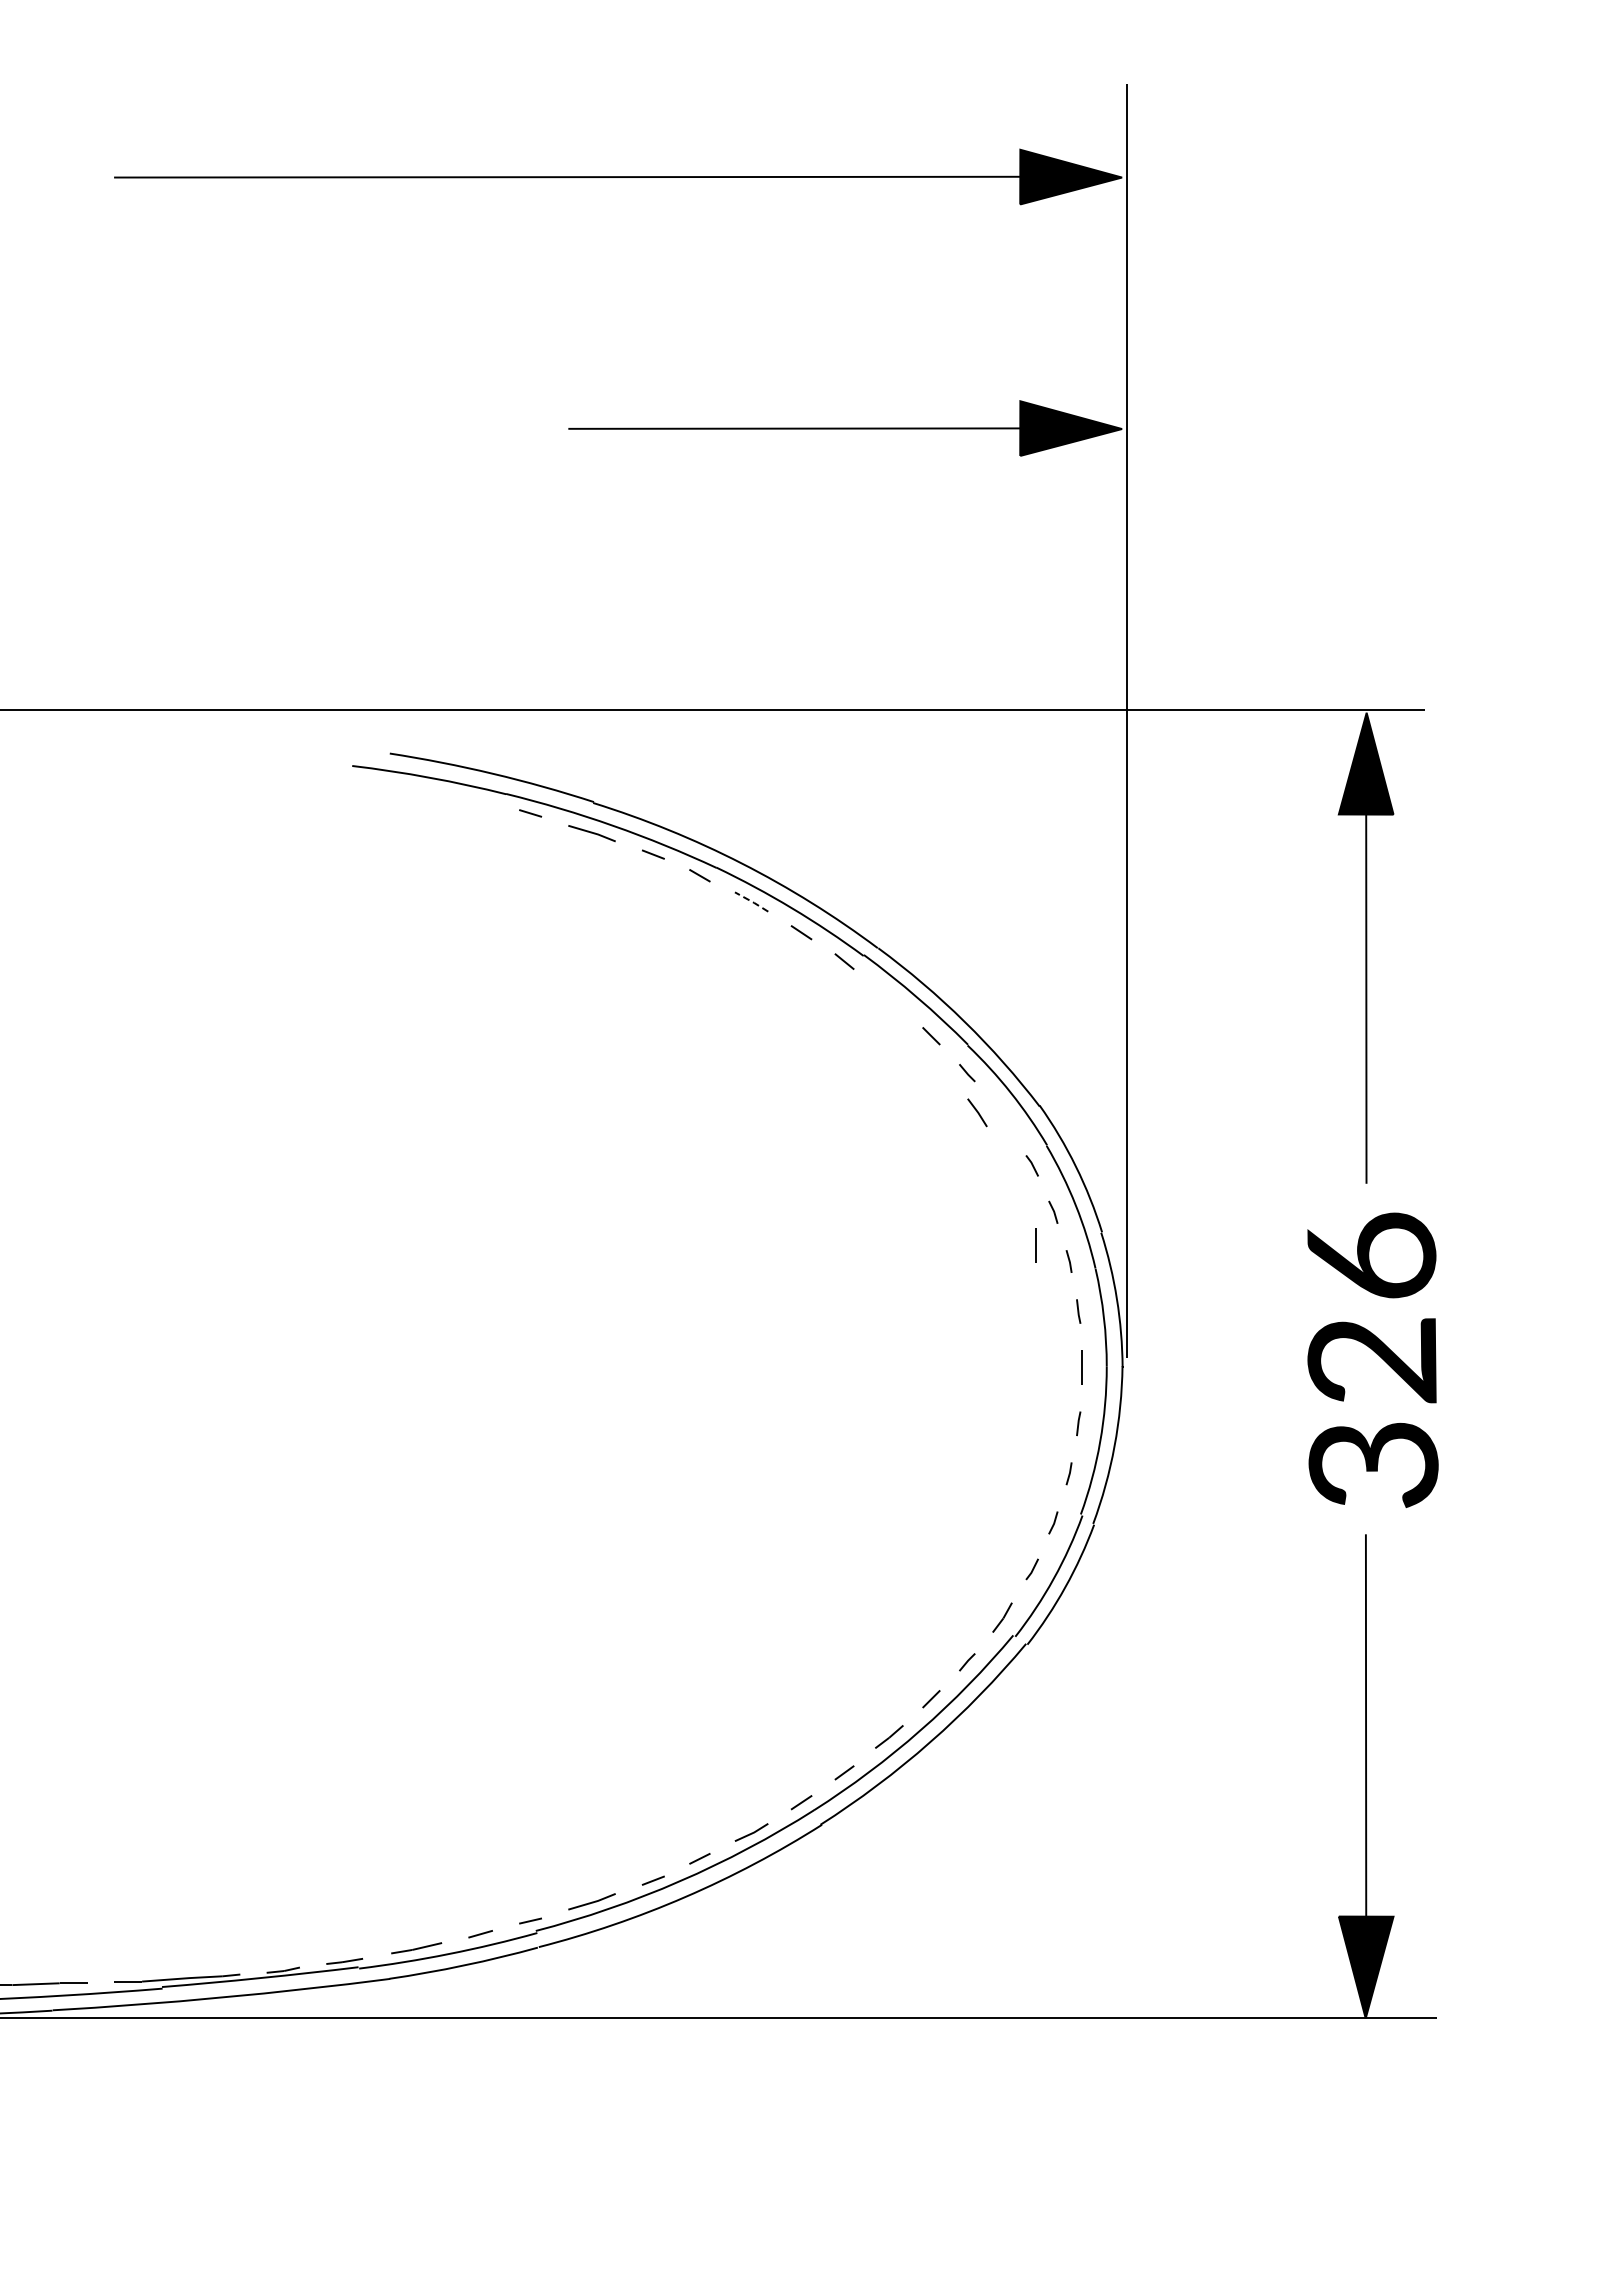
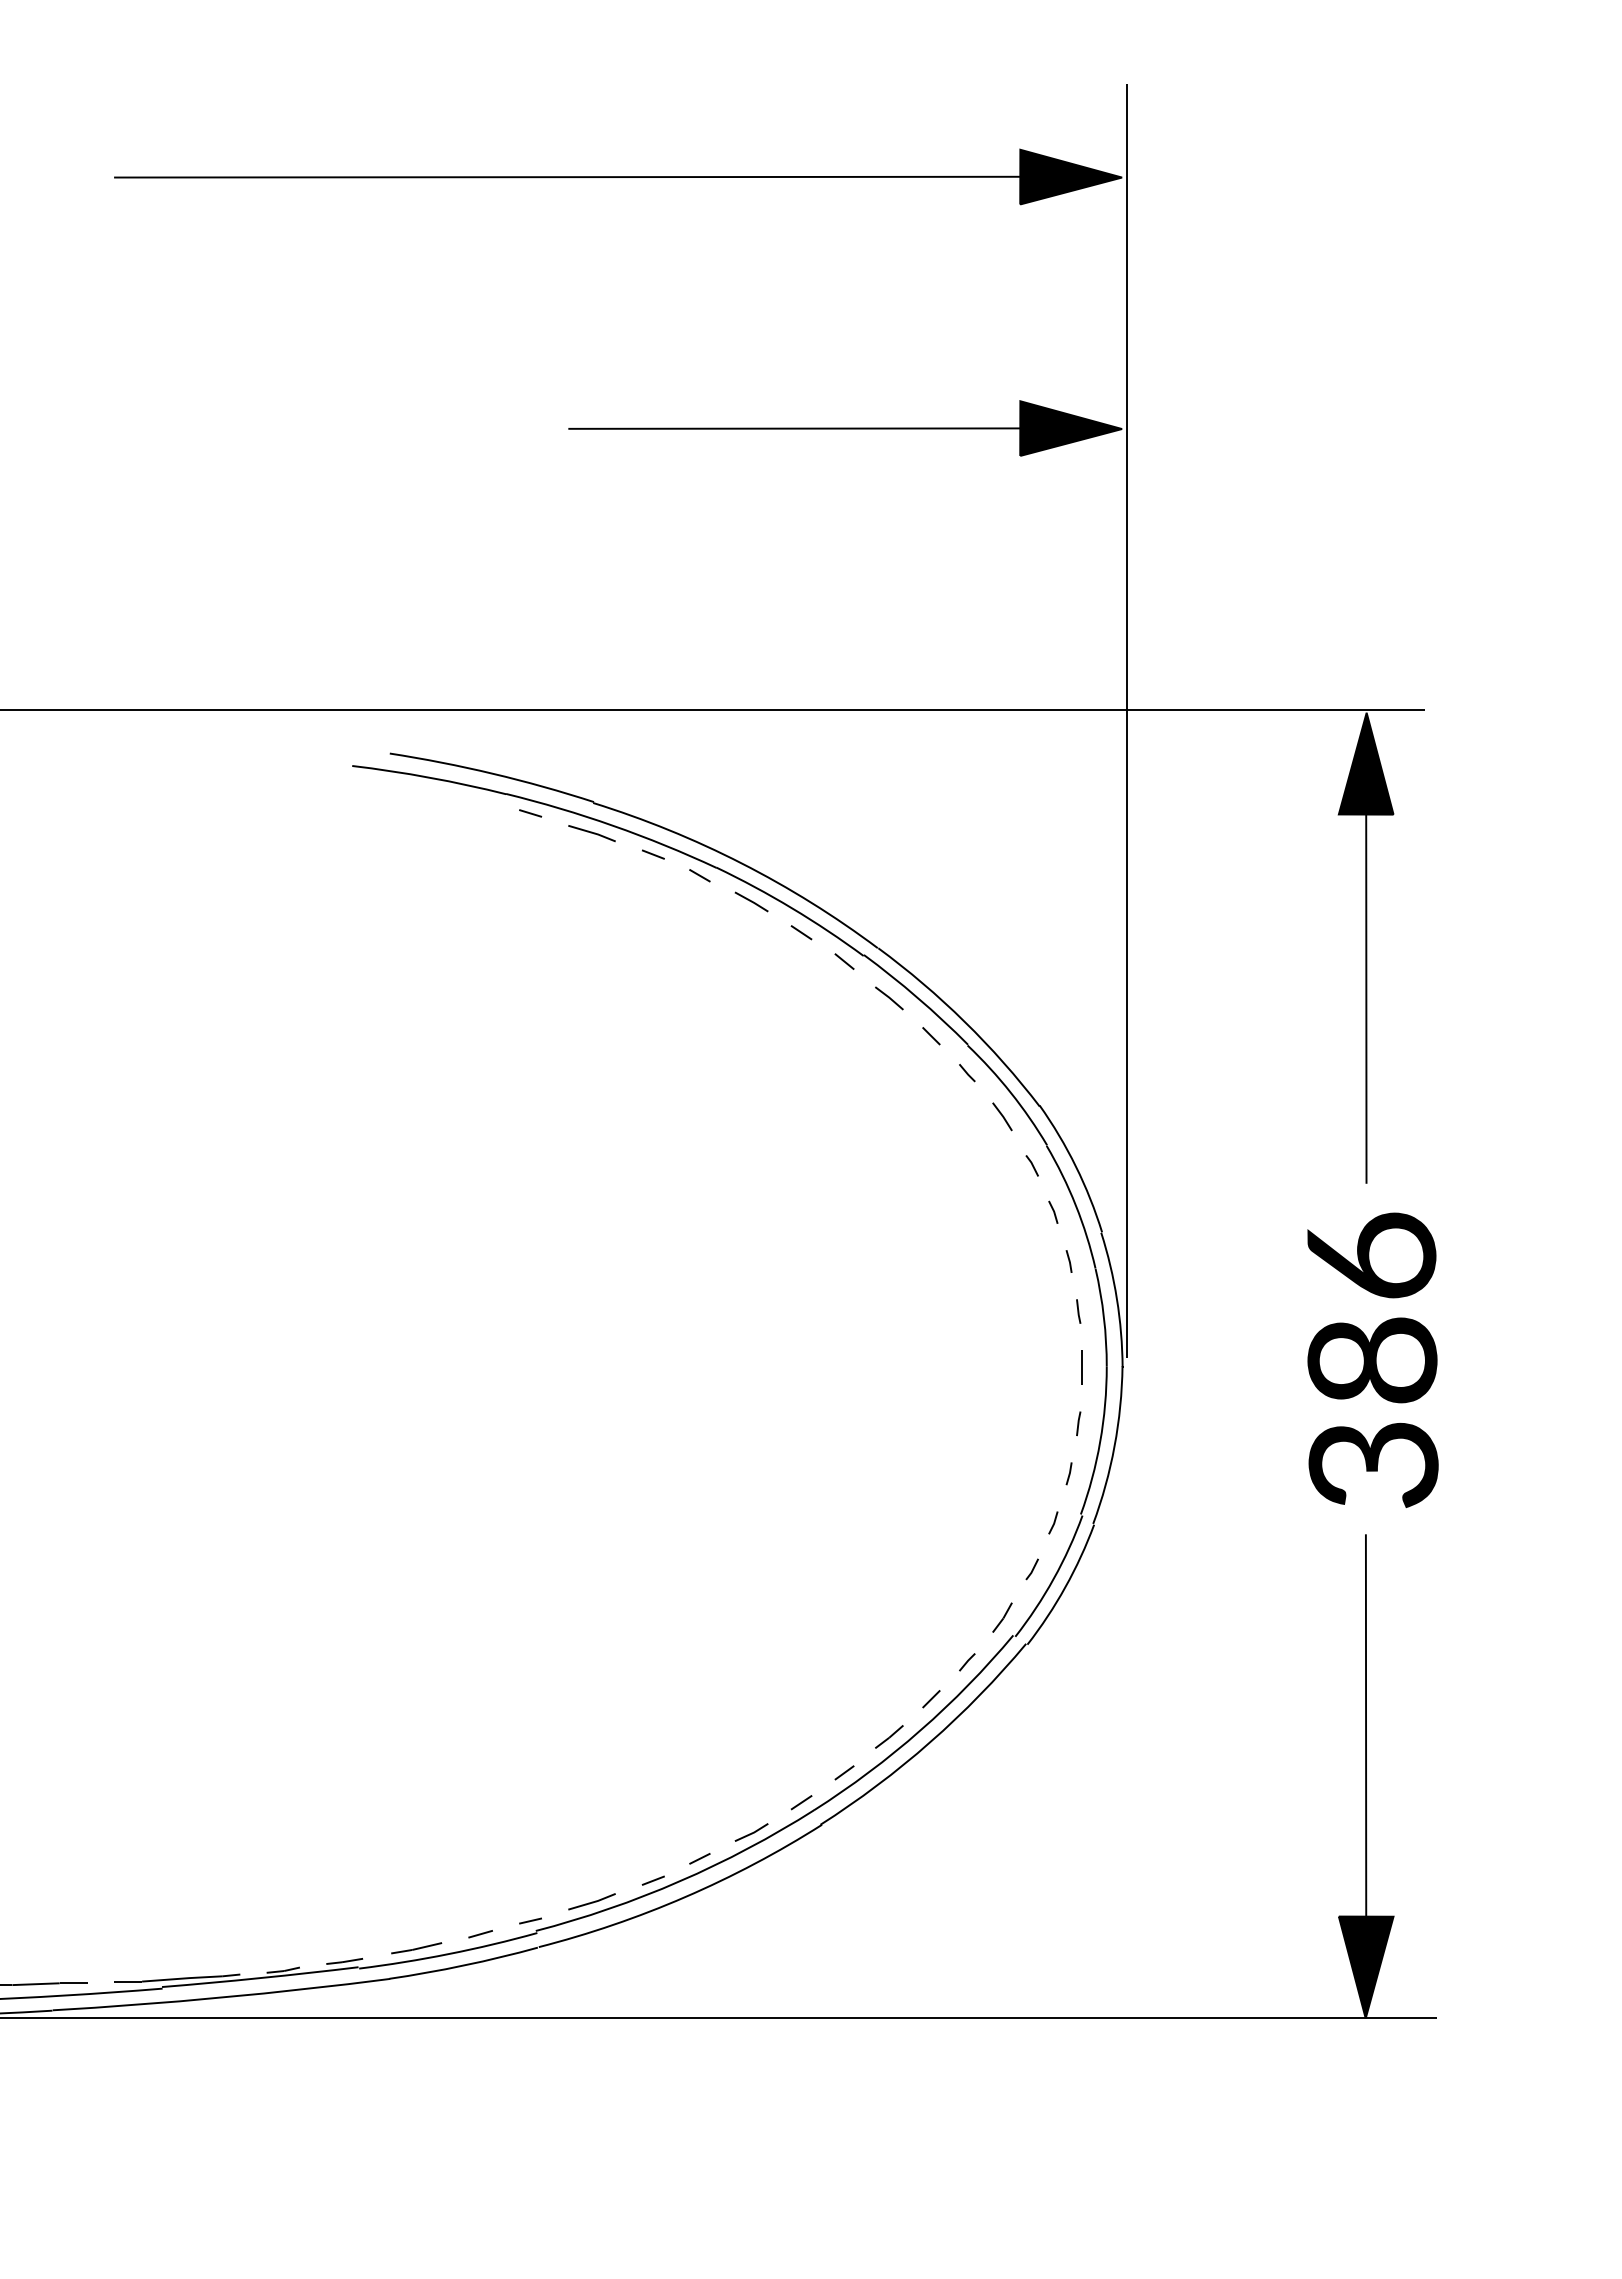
line at (752, 901): dashed -> solid
line at (889, 998): none -> present
line at (977, 1112) position: (977, 1112) -> (1002, 1116)
line at (1035, 1245): present -> none
text at (1372, 1360): 2 -> 8
